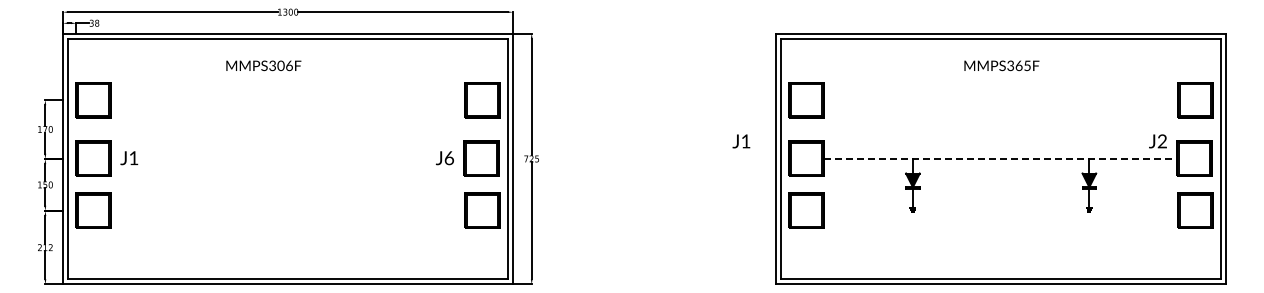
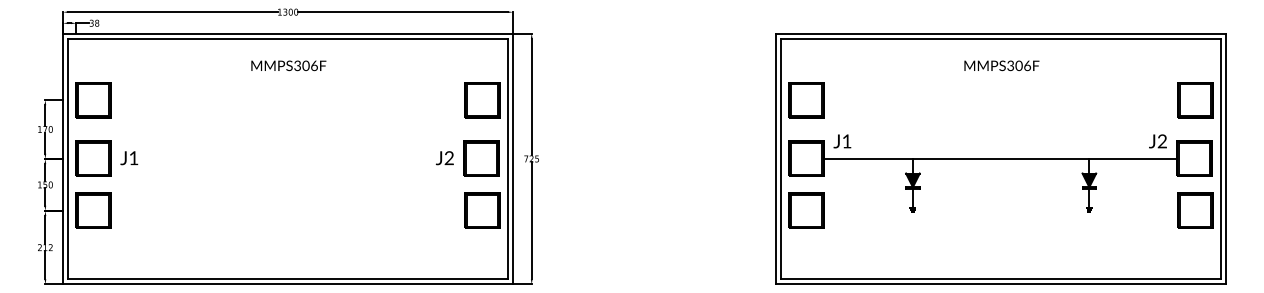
text at (263, 65) position: (263, 65) -> (288, 65)
text at (1023, 65): MMPS365F -> MMPS306F
text at (741, 141) position: (741, 141) -> (842, 141)
text at (449, 158): J6 -> J2
line at (1001, 158): dashed -> solid
